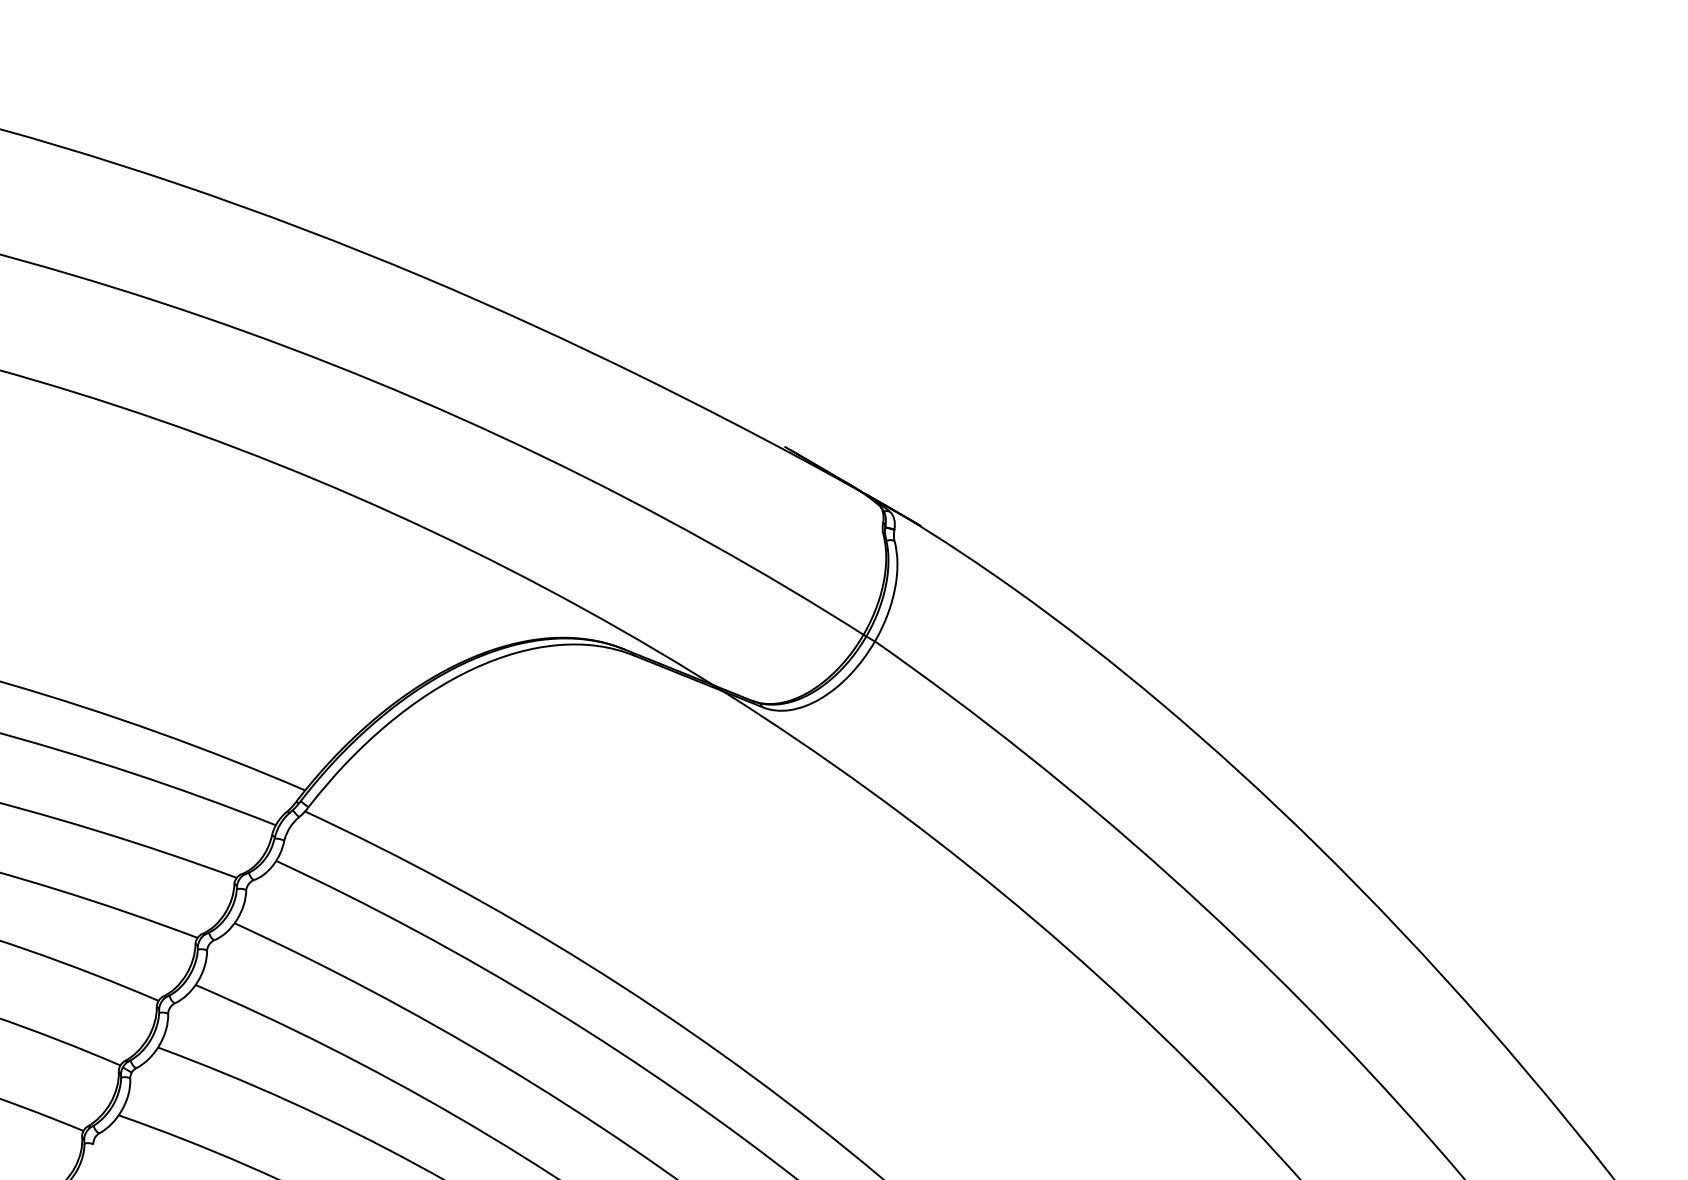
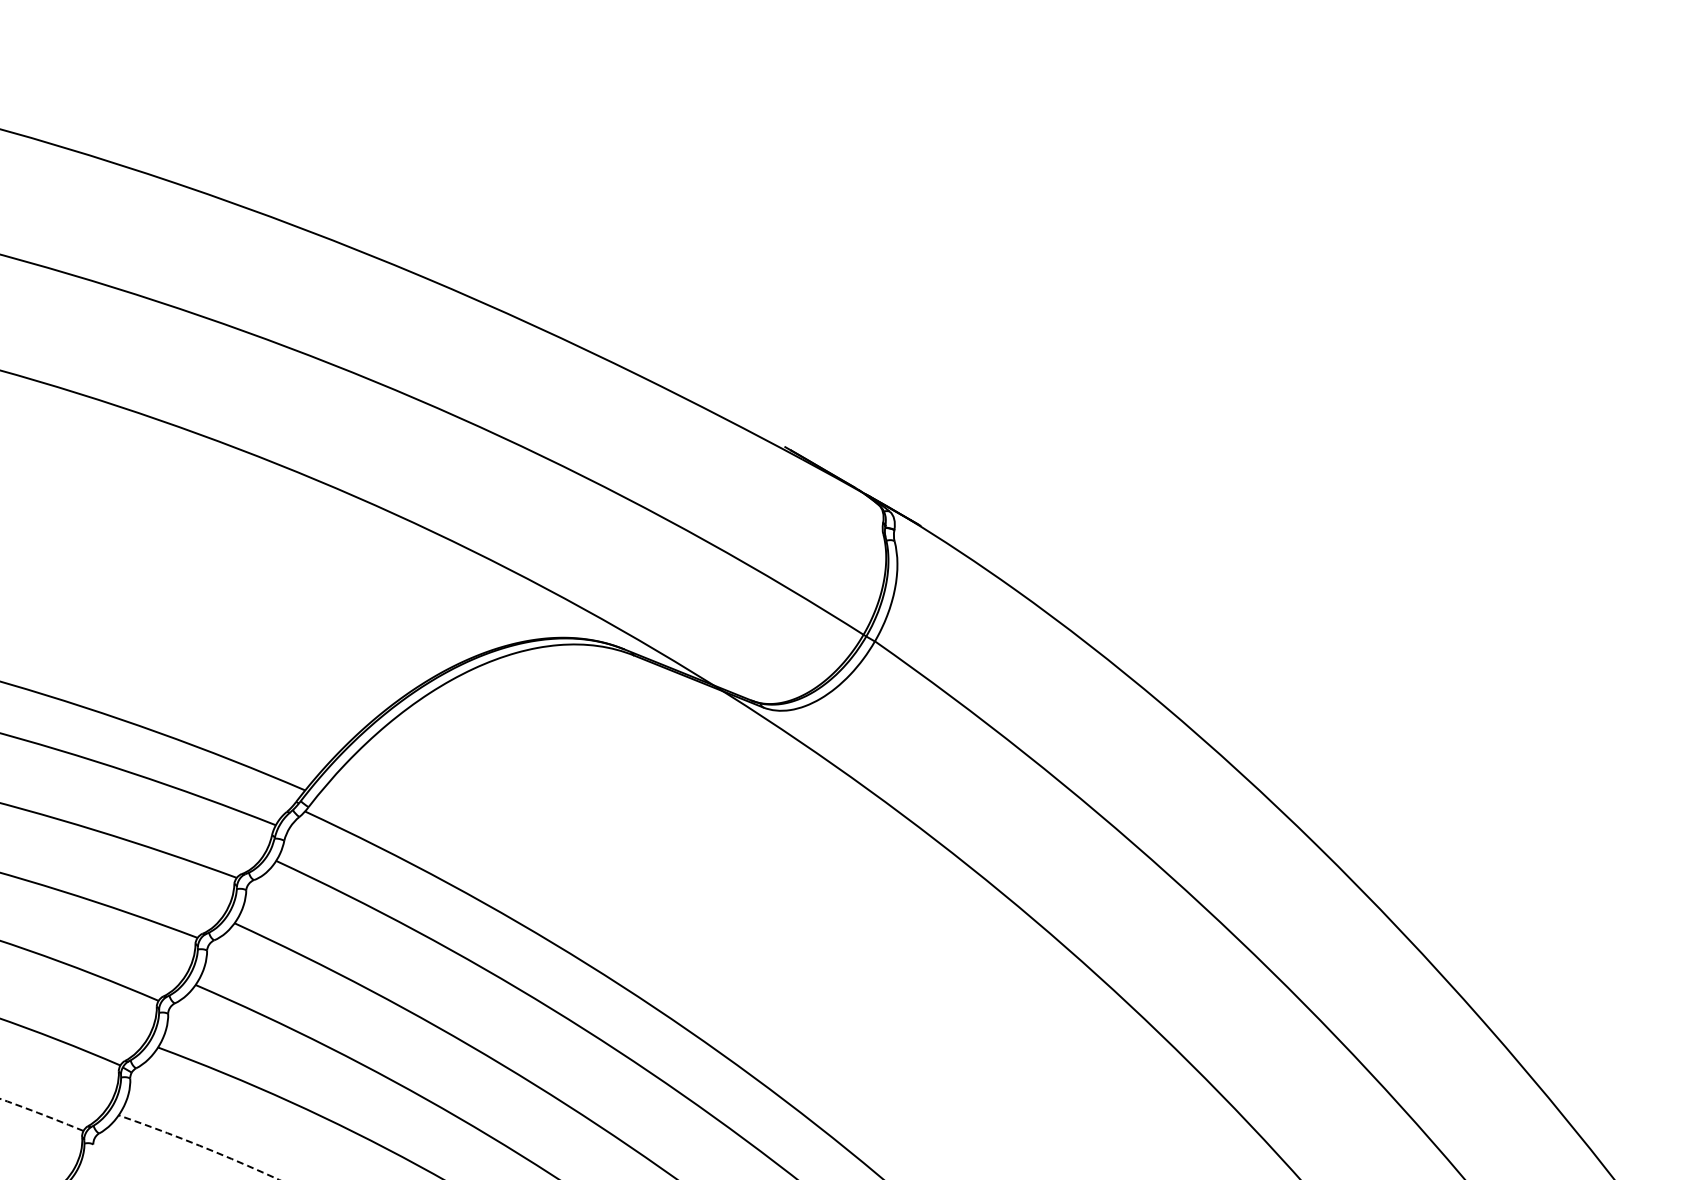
arc at (42, 1114): solid -> dashed
arc at (200, 1146): solid -> dashed
